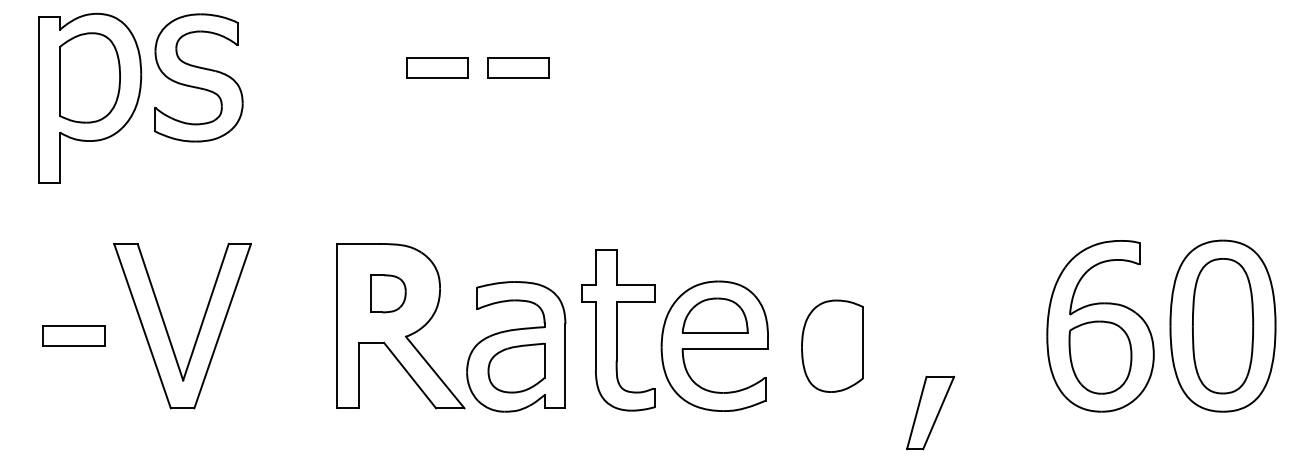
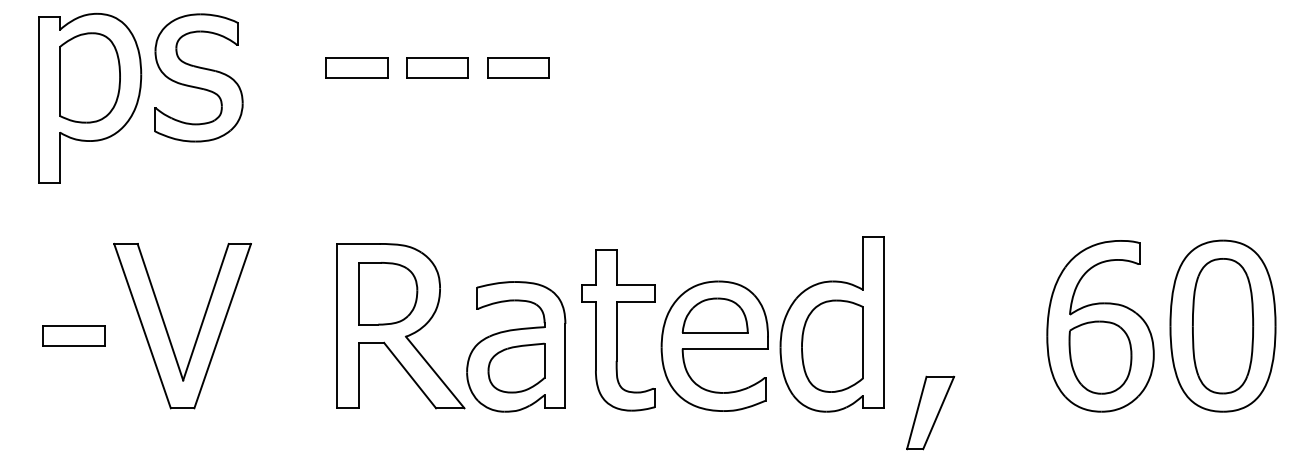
part at (356, 67): none -> present
part at (388, 293) size: 37x40 px -> 61x64 px
part at (831, 324): none -> present
